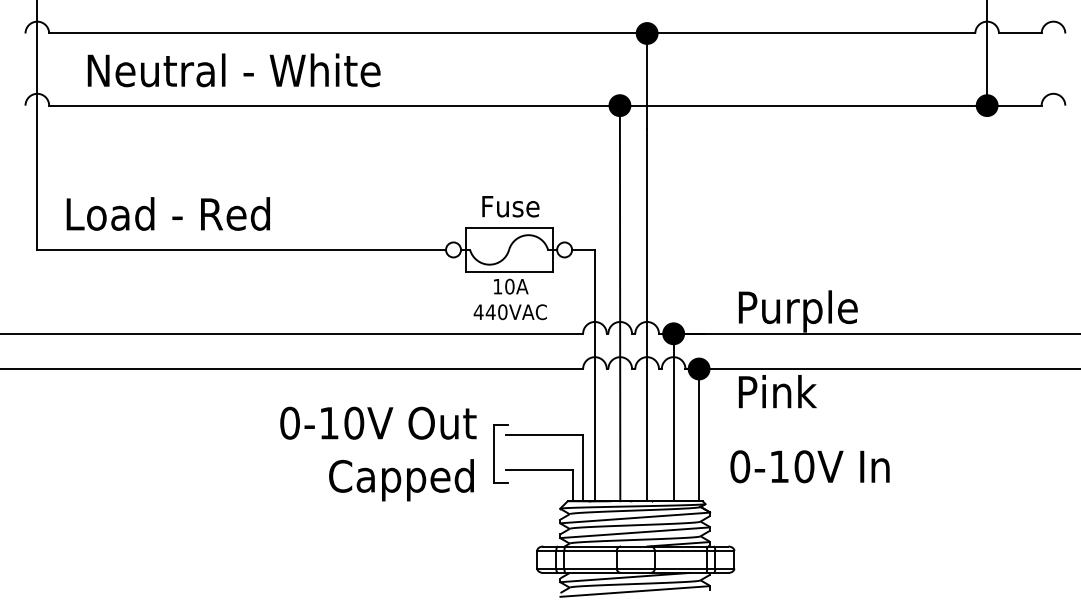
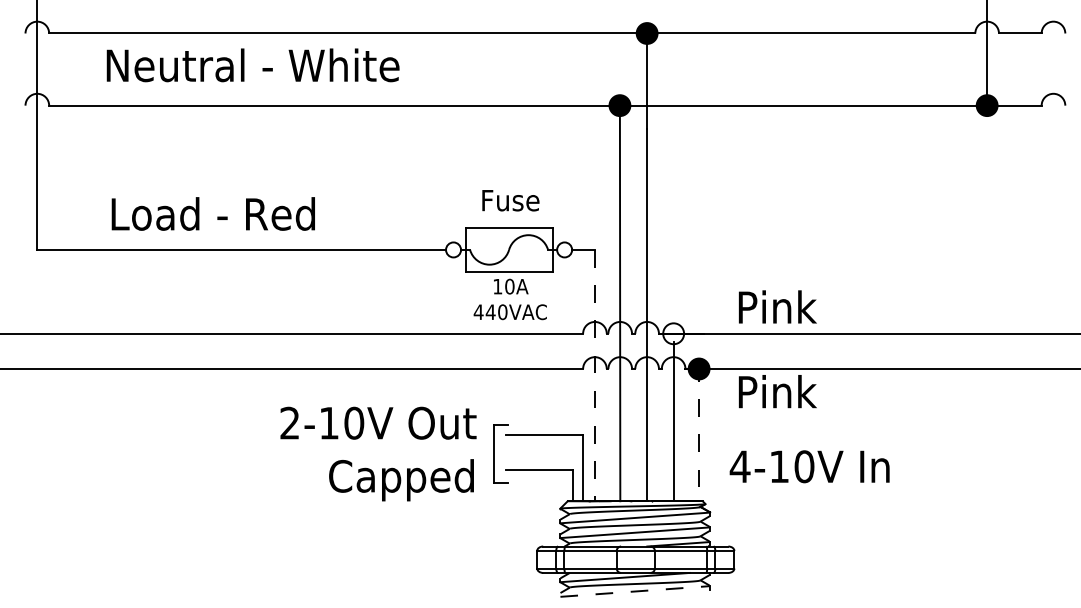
text at (233, 70) position: (233, 70) -> (252, 65)
text at (510, 206) position: (510, 206) -> (510, 200)
text at (167, 213) position: (167, 213) -> (212, 213)
text at (809, 311): Purple -> Pink
fill at (673, 333): present -> none
line at (594, 375): solid -> dashed
text at (289, 422): 0-10V -> 2-10V
line at (699, 432): solid -> dashed
text at (739, 466): 0-10V -> 4-10V
line at (635, 591): solid -> dashed
